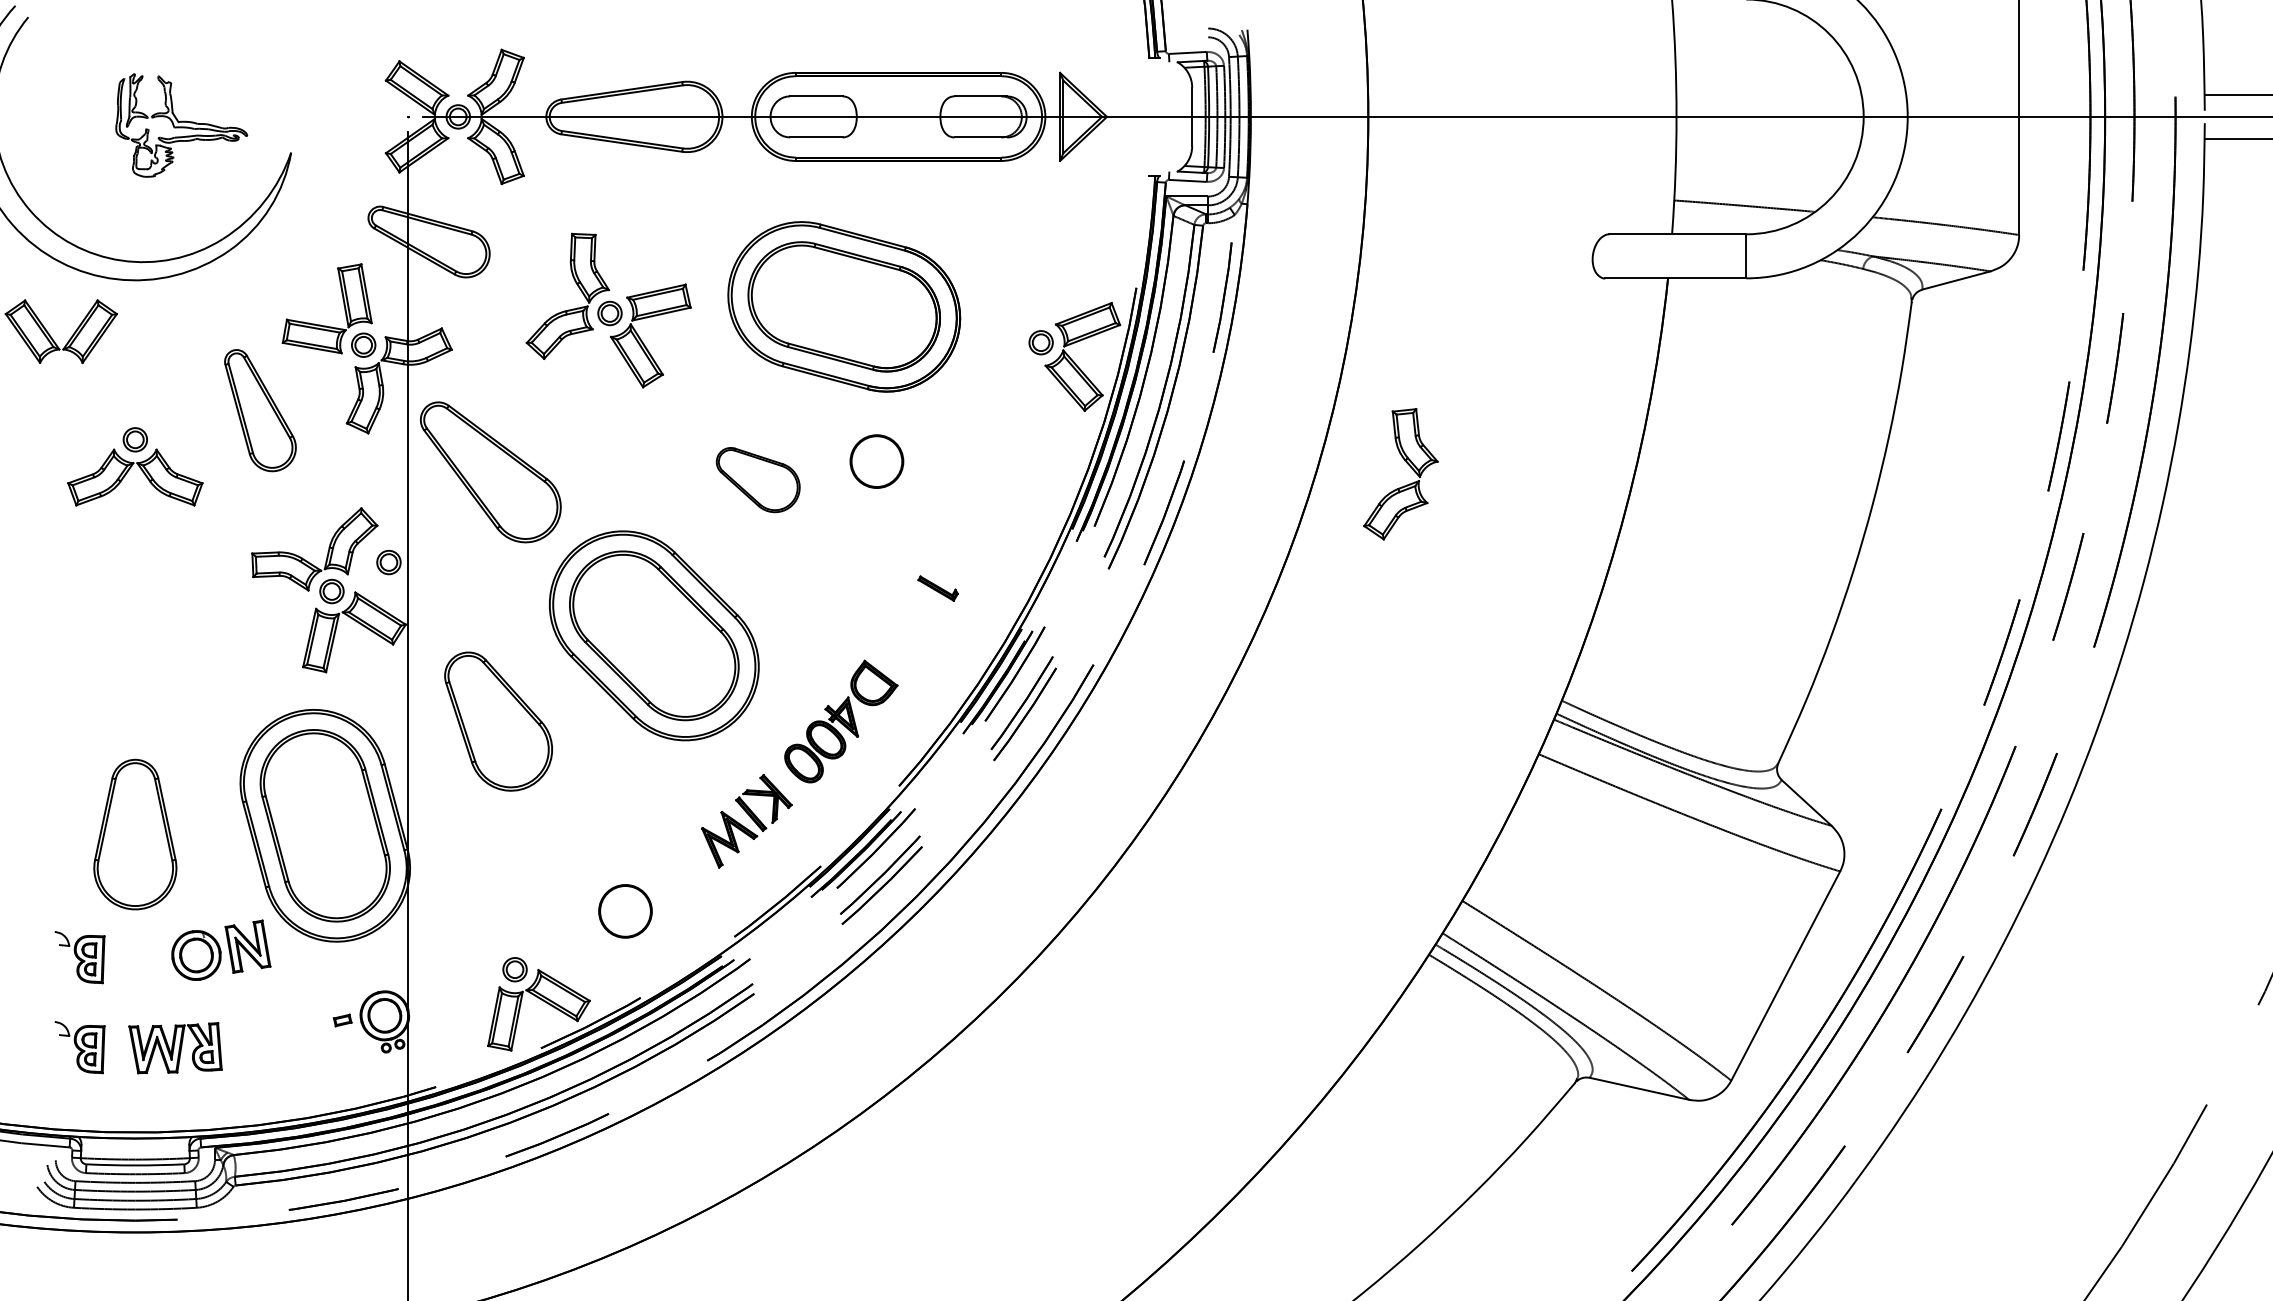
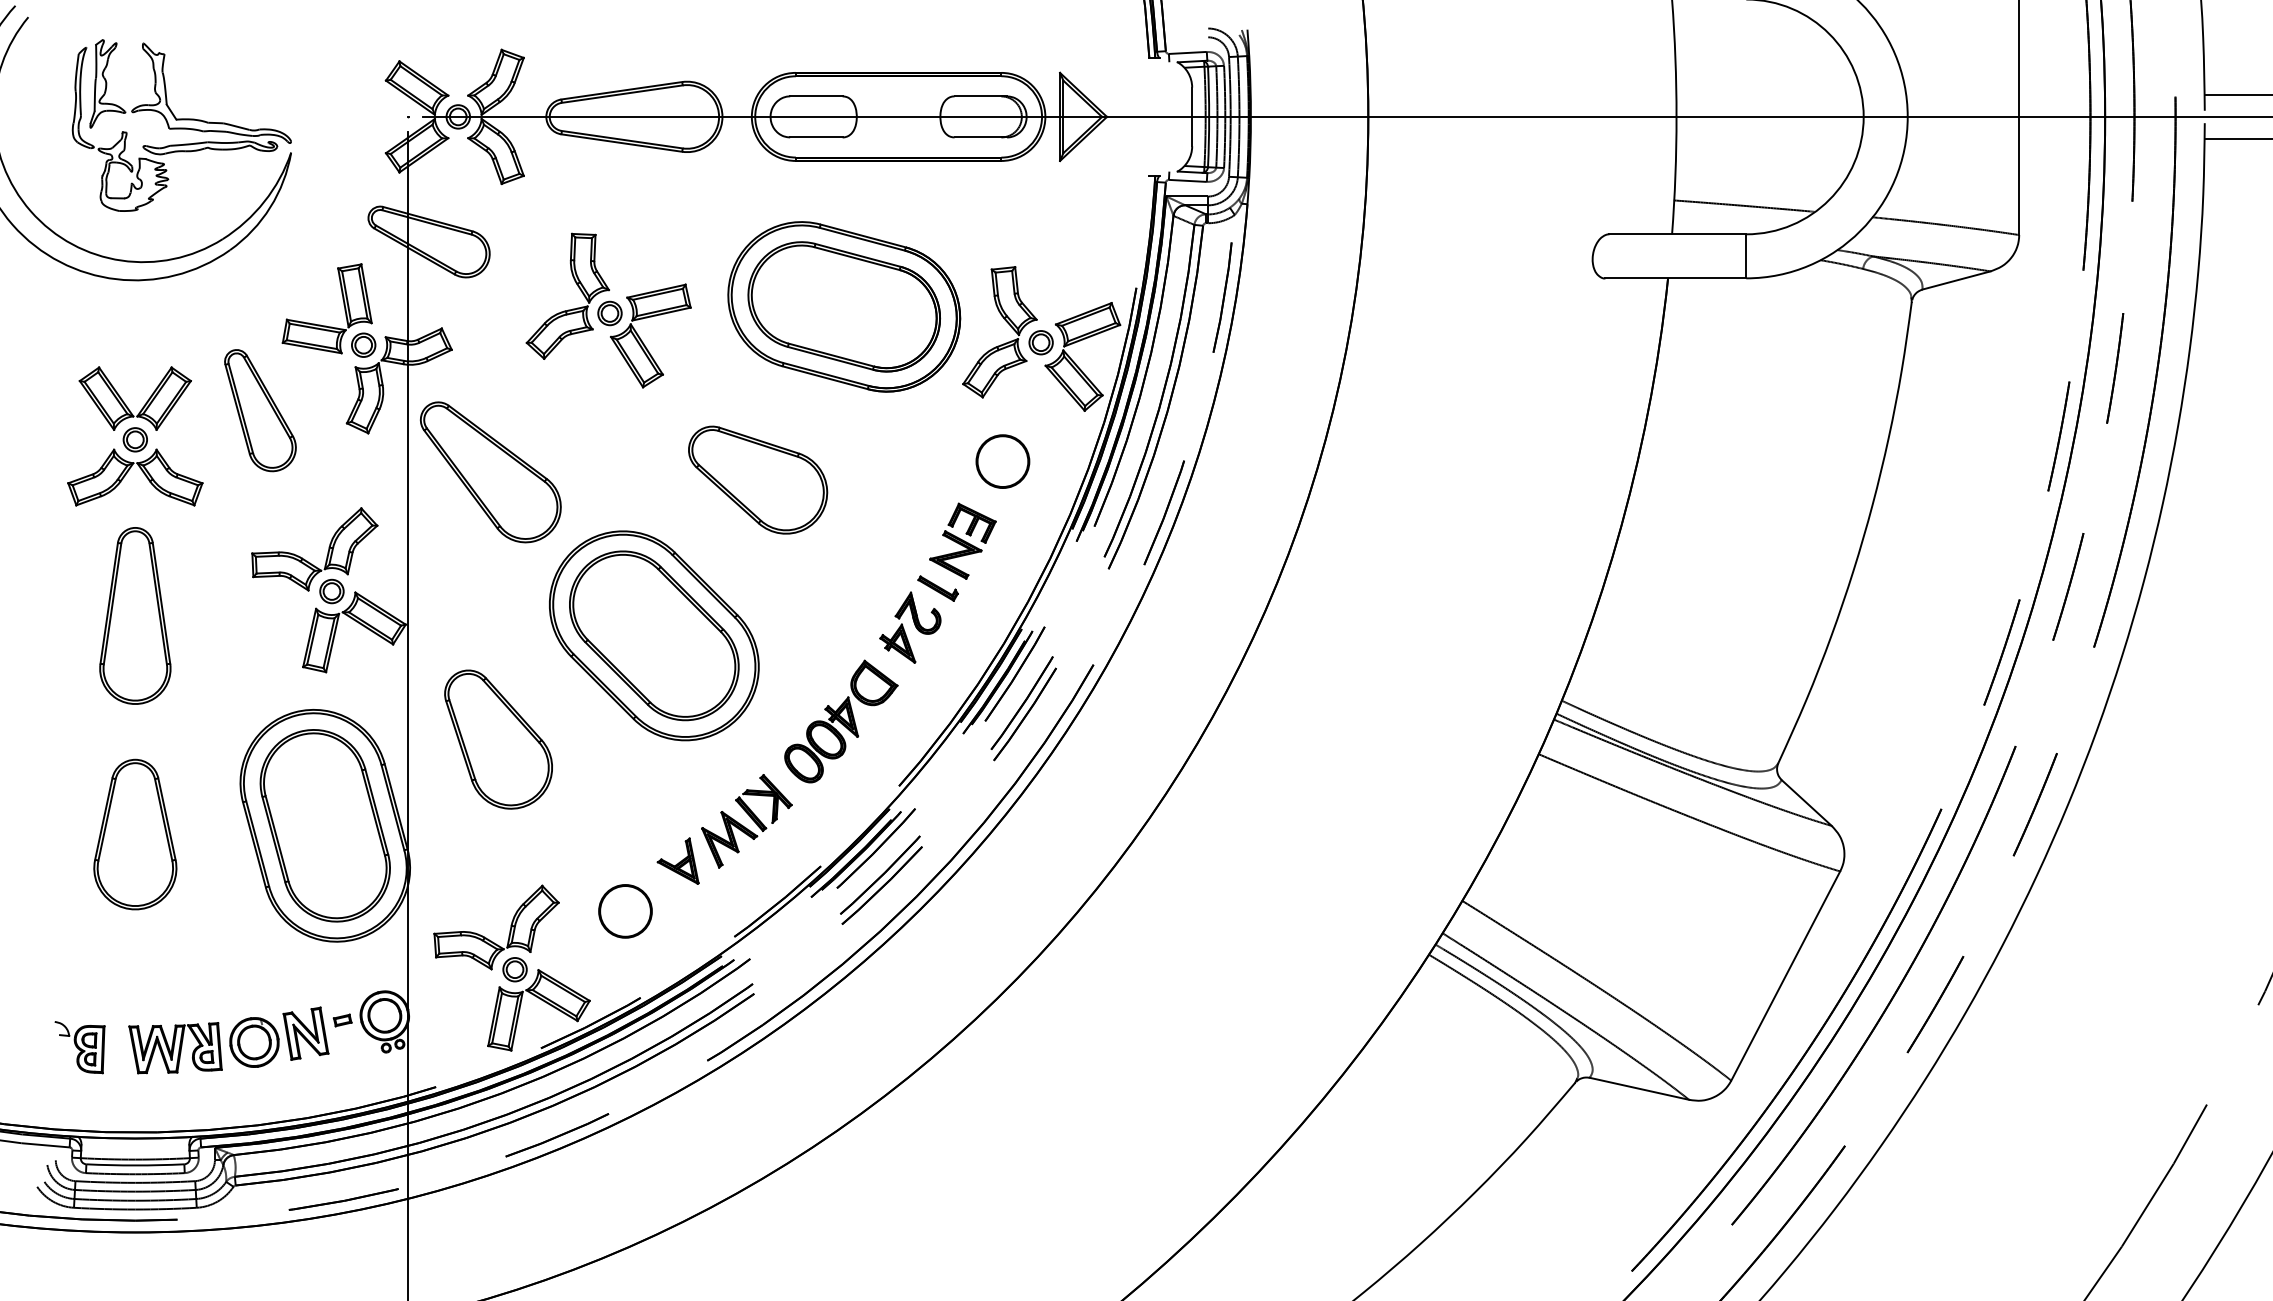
part at (181, 125) size: 134x105 px -> 221x173 px
part at (52, 337) position: (52, 337) -> (126, 404)
part at (876, 461) position: (876, 461) -> (1002, 461)
part at (757, 480) size: 86x67 px -> 141x110 px
part at (1406, 484) position: (1406, 484) -> (1005, 342)
part at (962, 540): none -> present
part at (388, 562): present -> none
part at (135, 615): none -> present
part at (910, 627): none -> present
part at (498, 721) position: (498, 721) -> (498, 739)
part at (677, 860): none -> present
part at (509, 930): none -> present
part at (221, 949) position: (221, 949) -> (279, 1036)
part at (79, 957): present -> none
